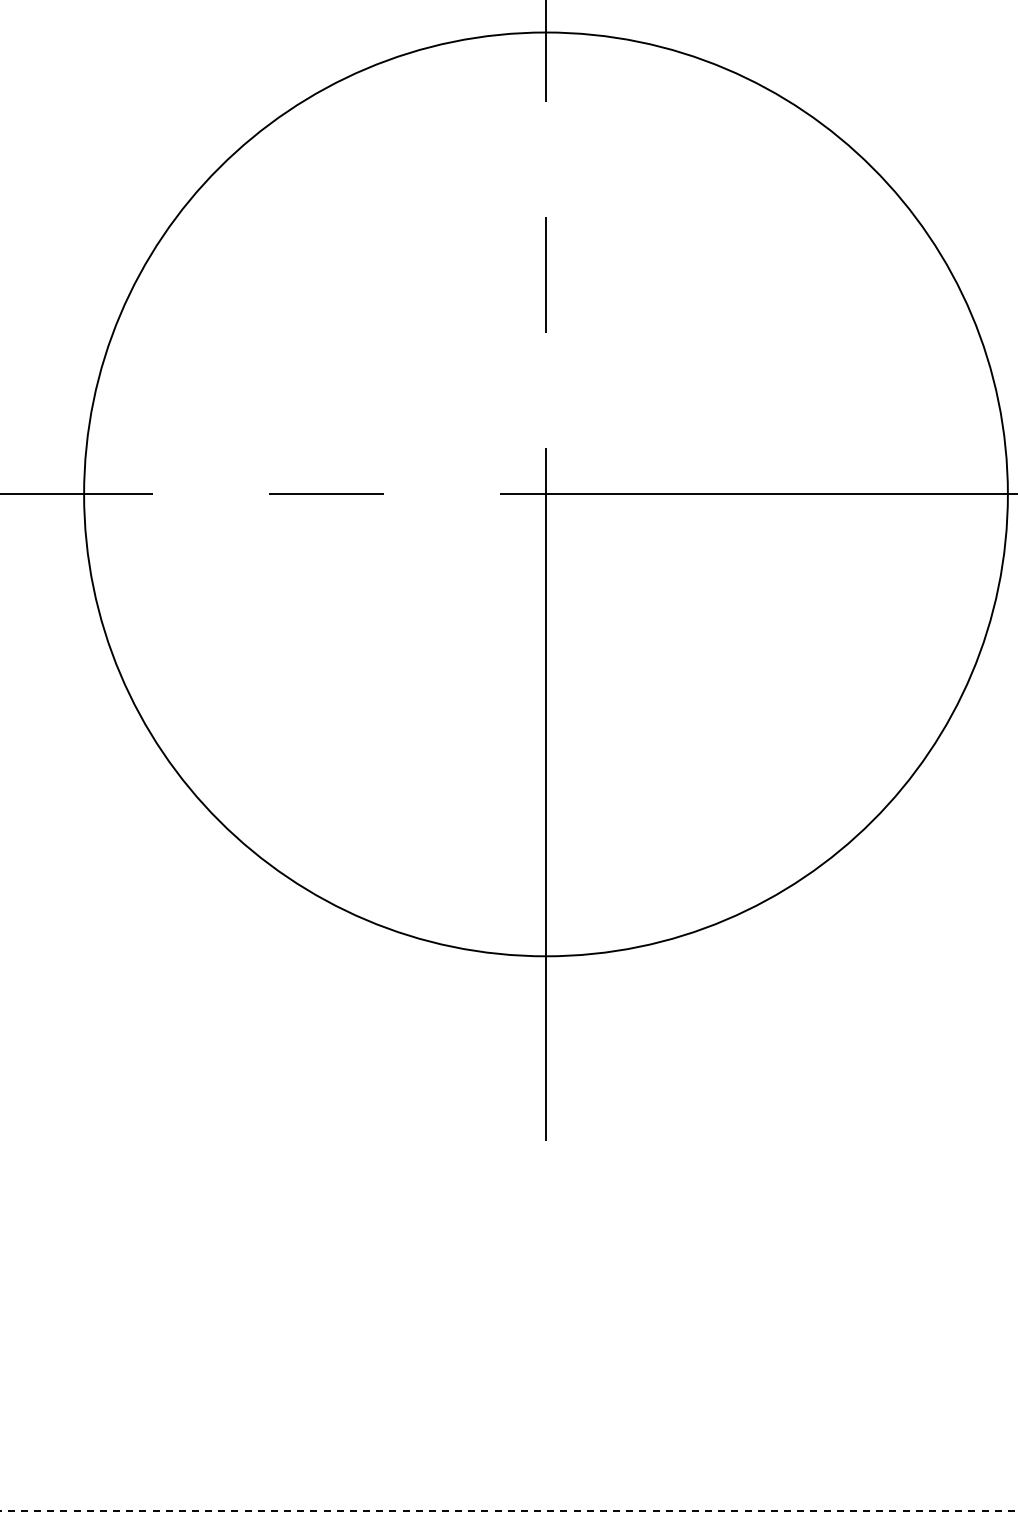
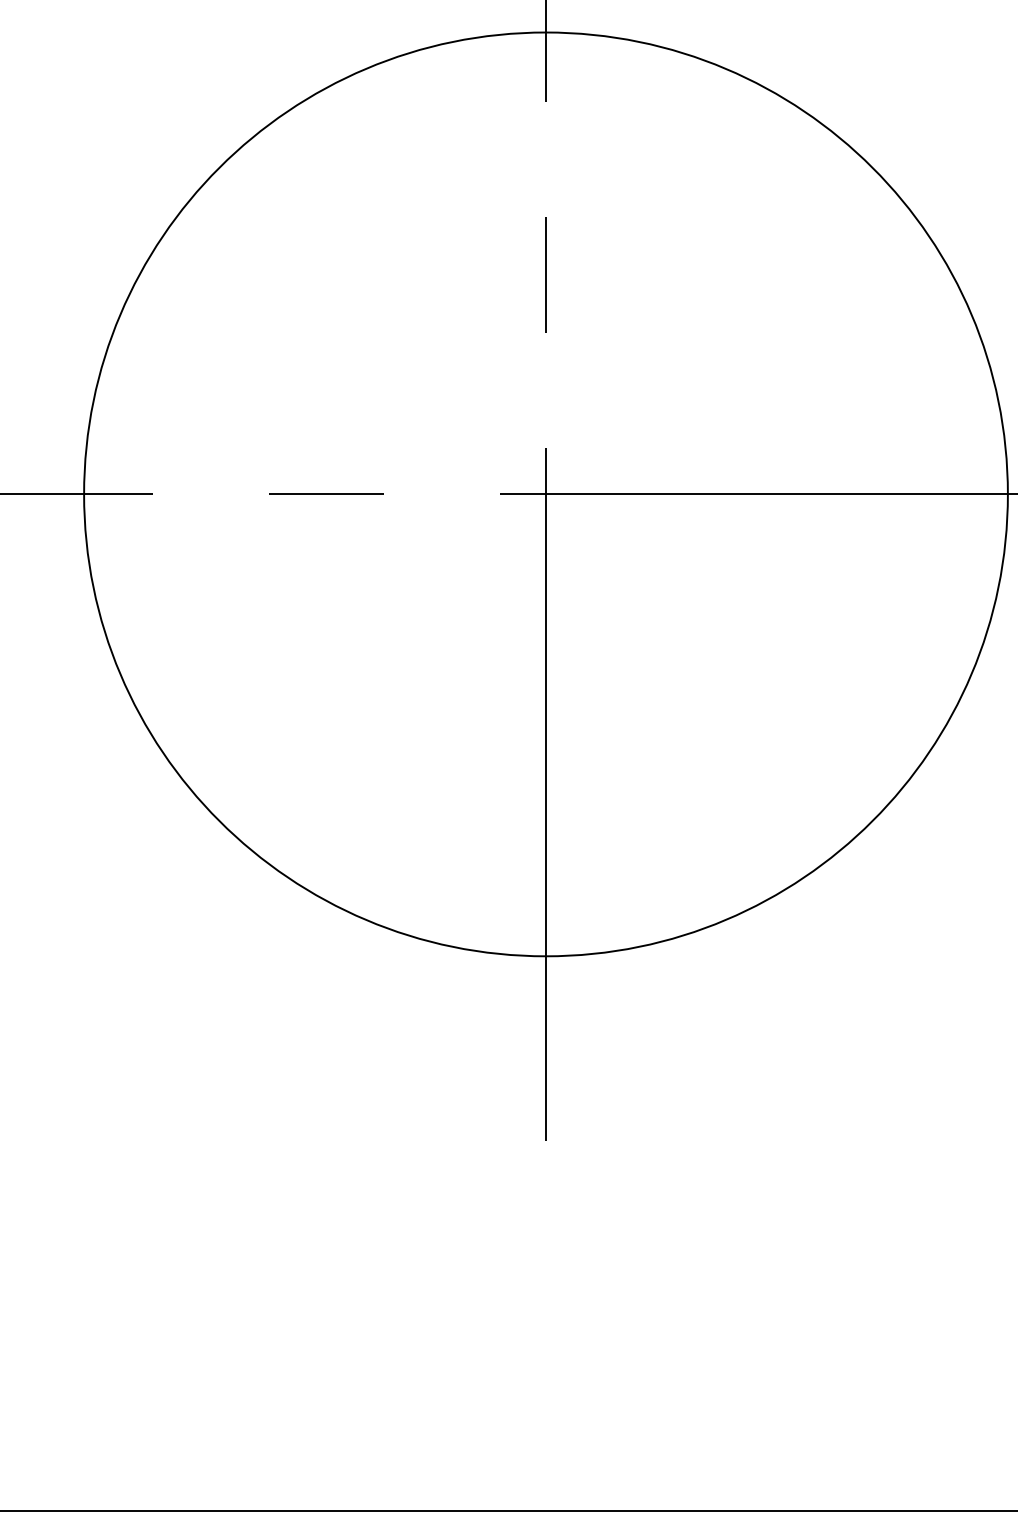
line at (509, 1510): dashed -> solid
